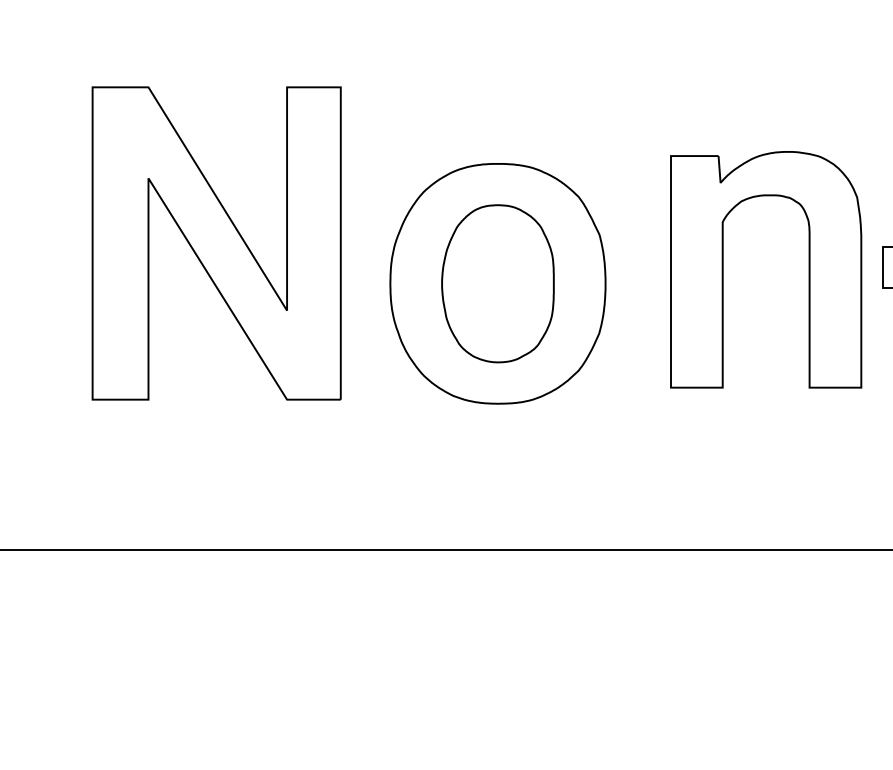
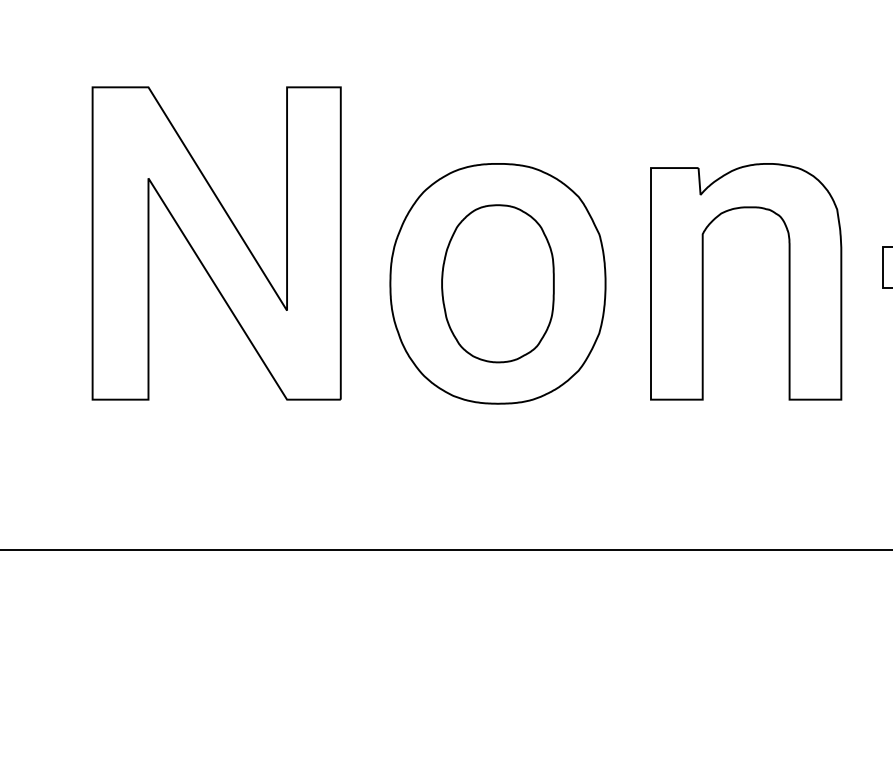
part at (808, 269) position: (808, 269) -> (788, 281)
